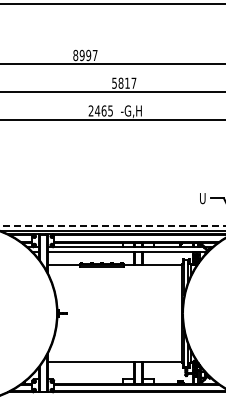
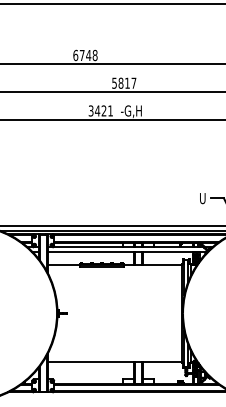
text at (85, 55): 8997 -> 6748
text at (100, 110): 2465 -> 3421
line at (113, 225): dashed -> solid
